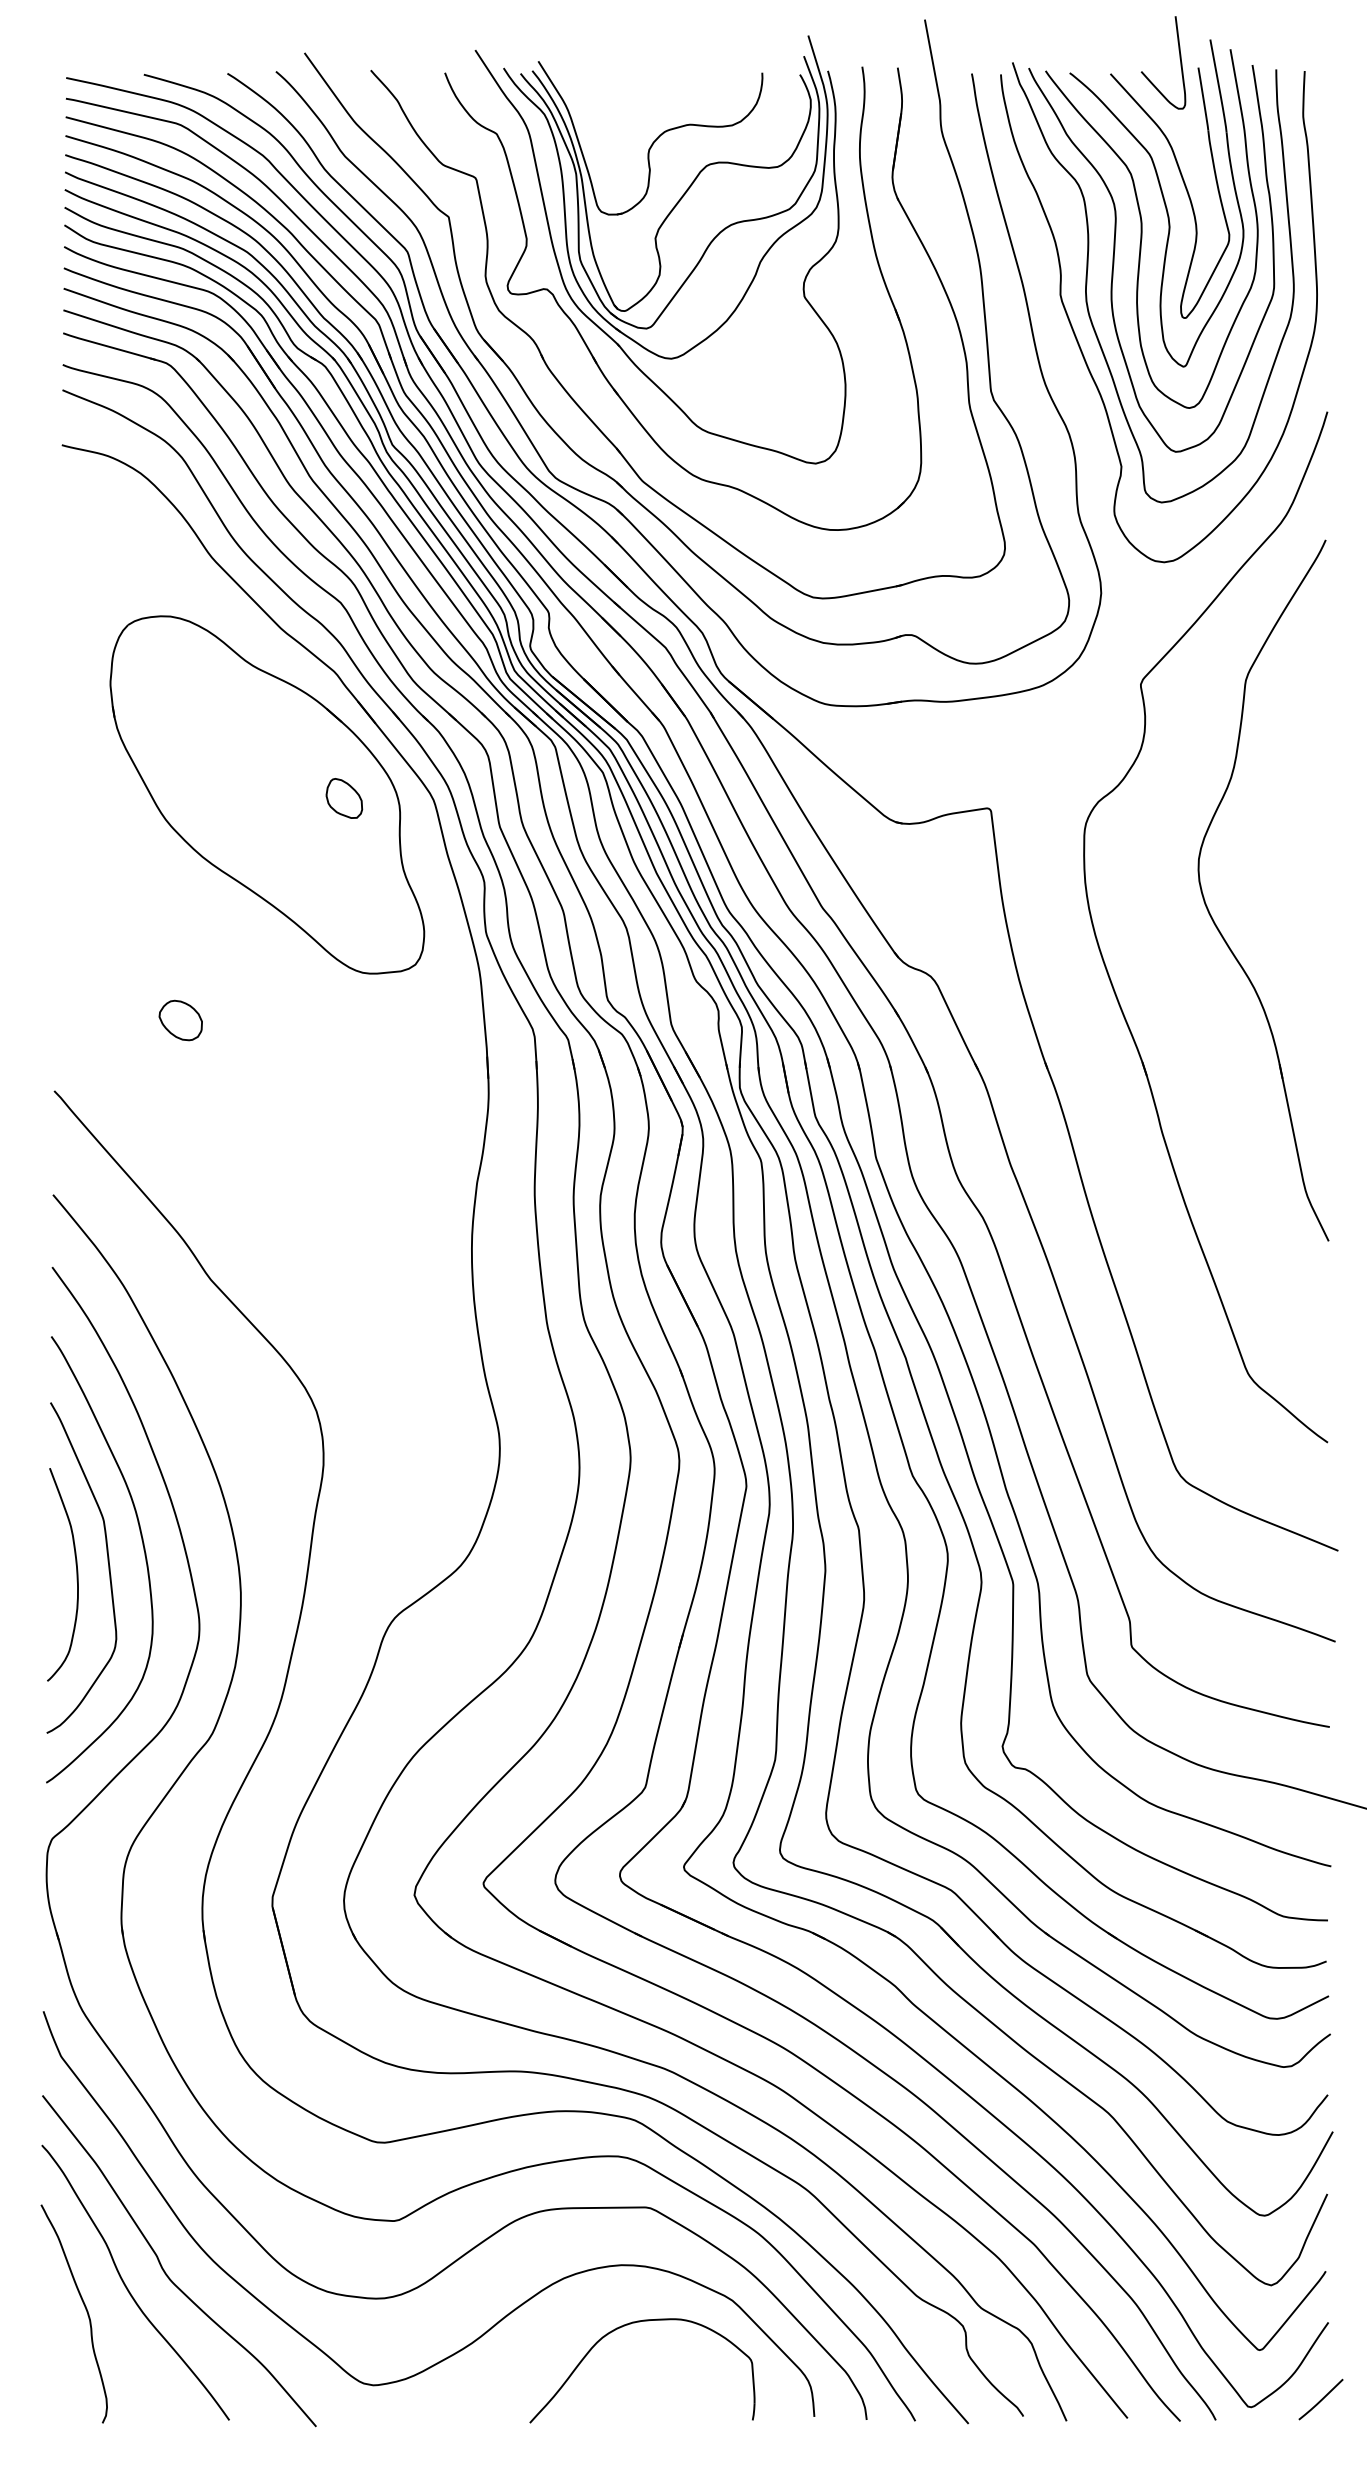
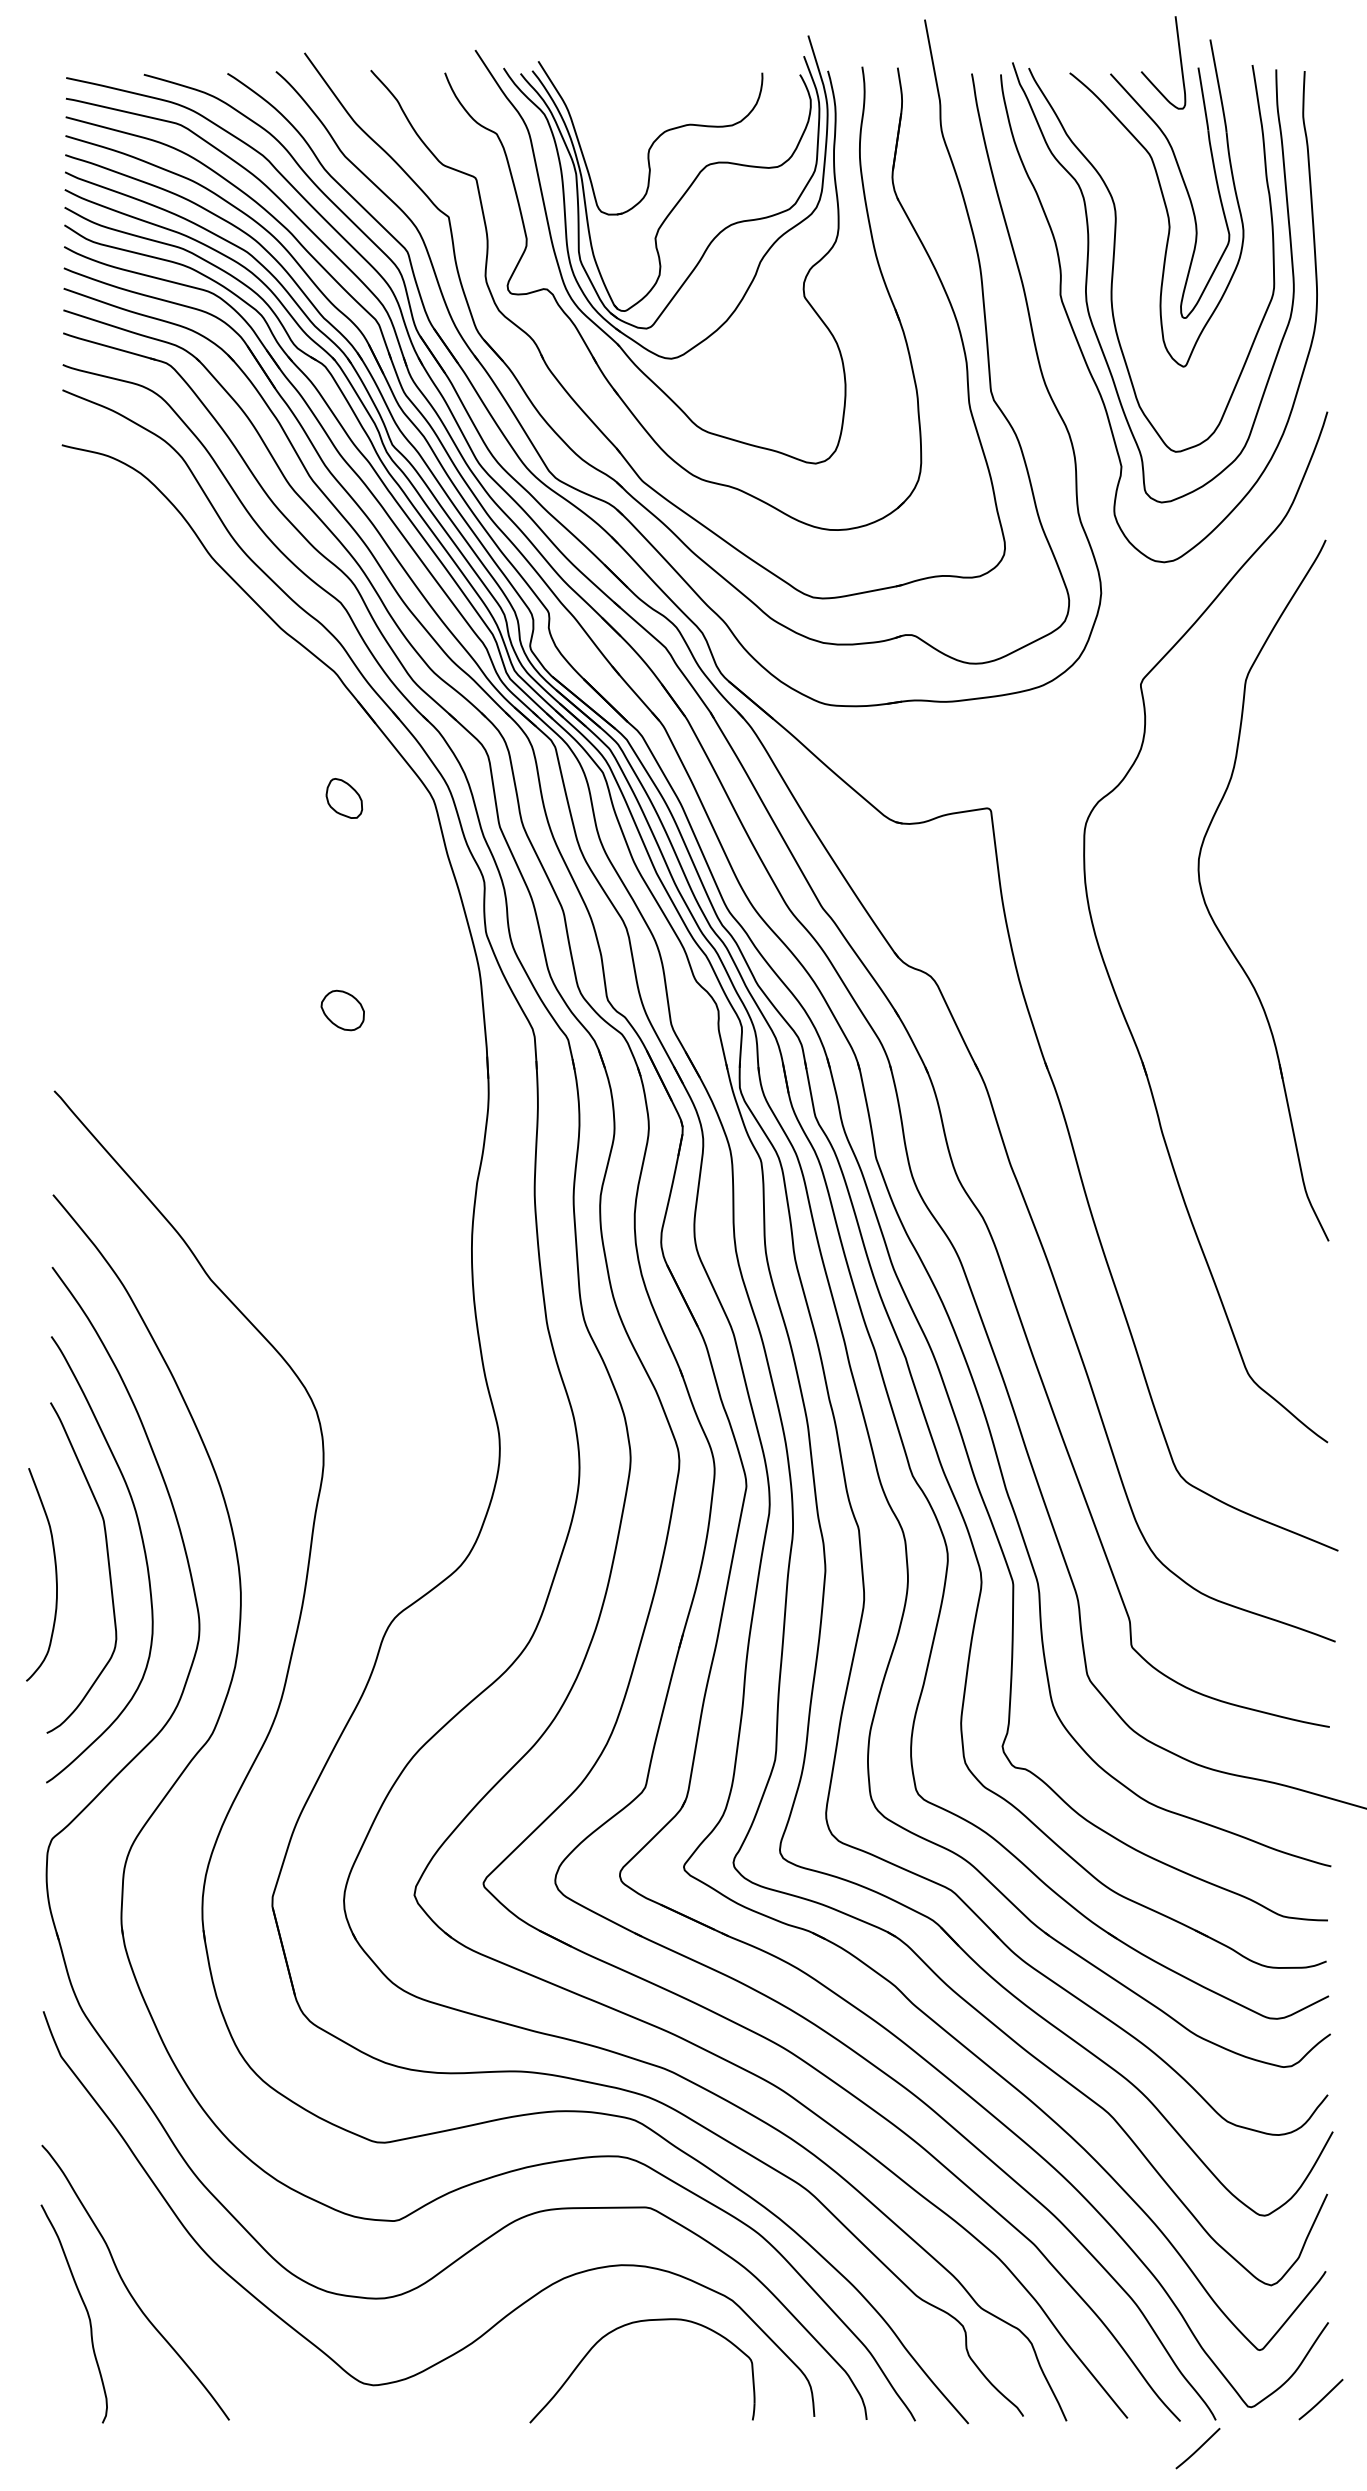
curve at (1142, 228): present -> none
part at (267, 794): present -> none
part at (180, 1020) position: (180, 1020) -> (342, 1010)
curve at (76, 1574) position: (76, 1574) -> (55, 1574)
curve at (164, 2269): present -> none
curve at (1197, 2448): none -> present
